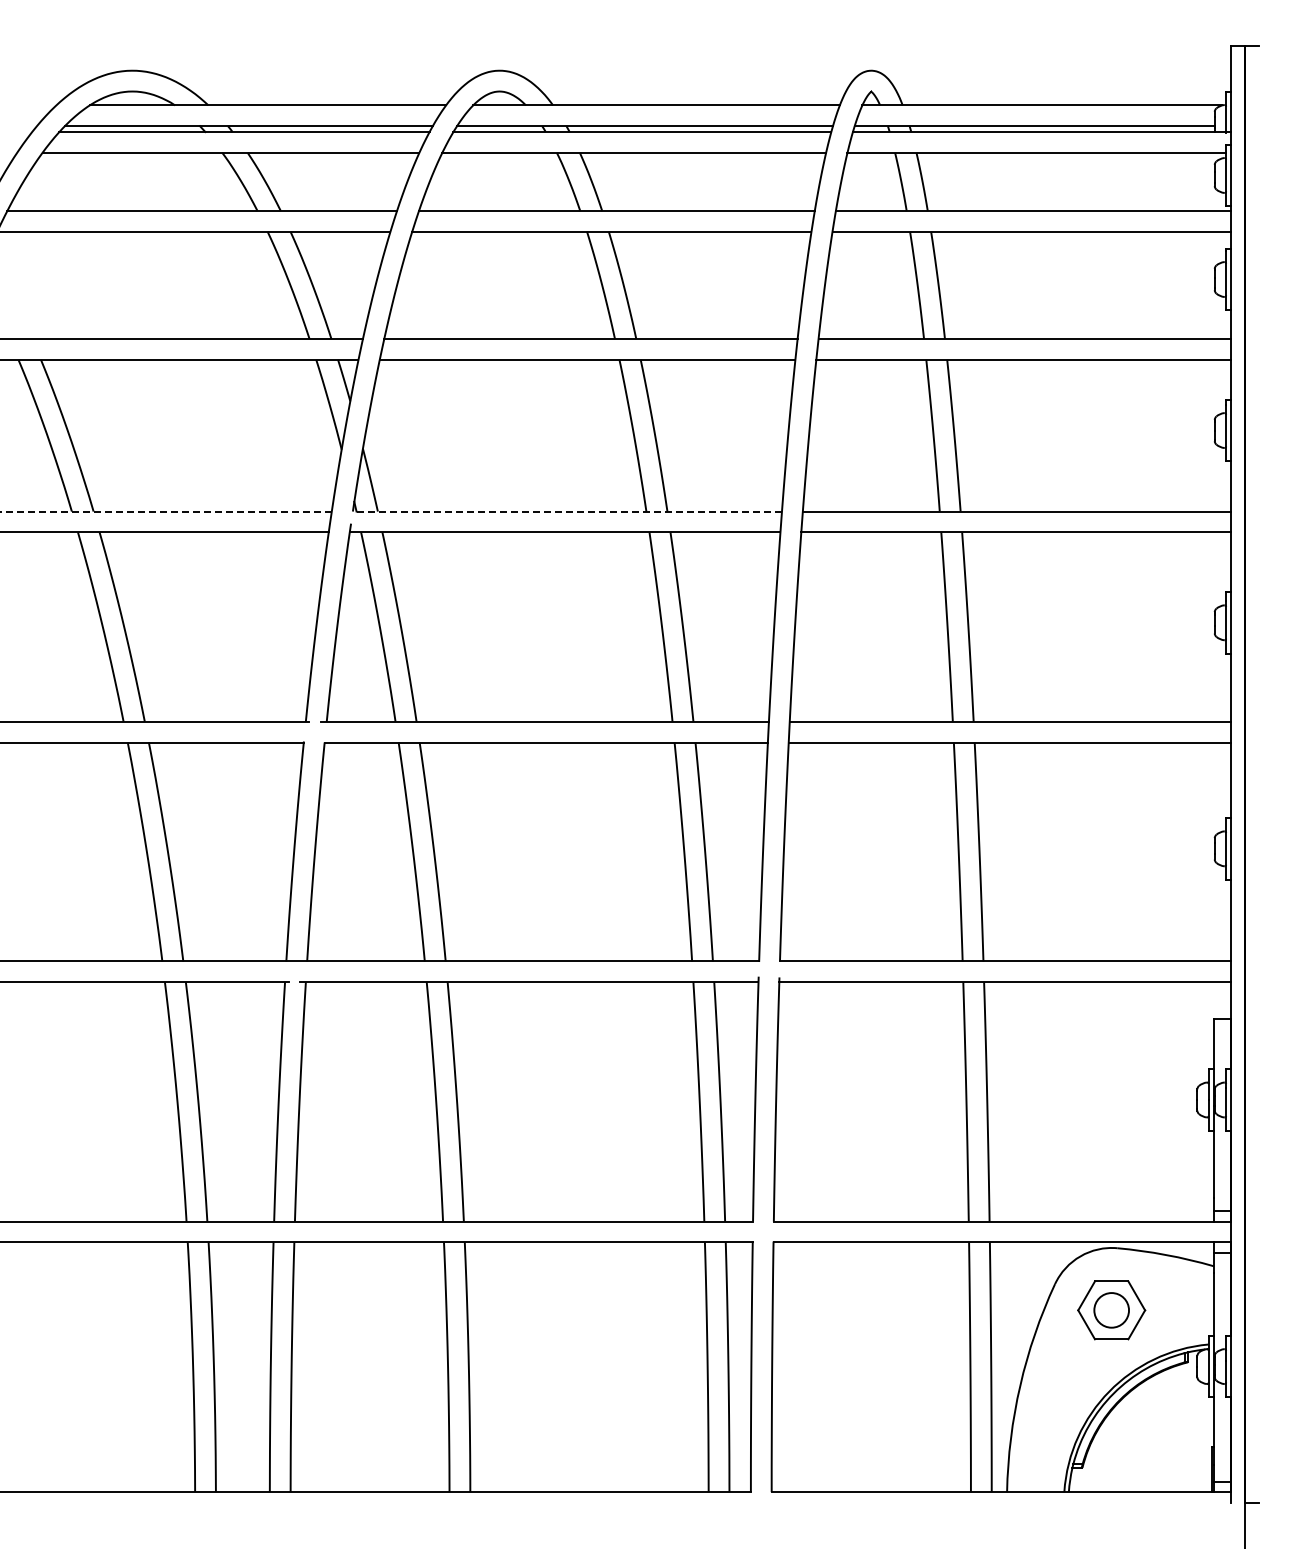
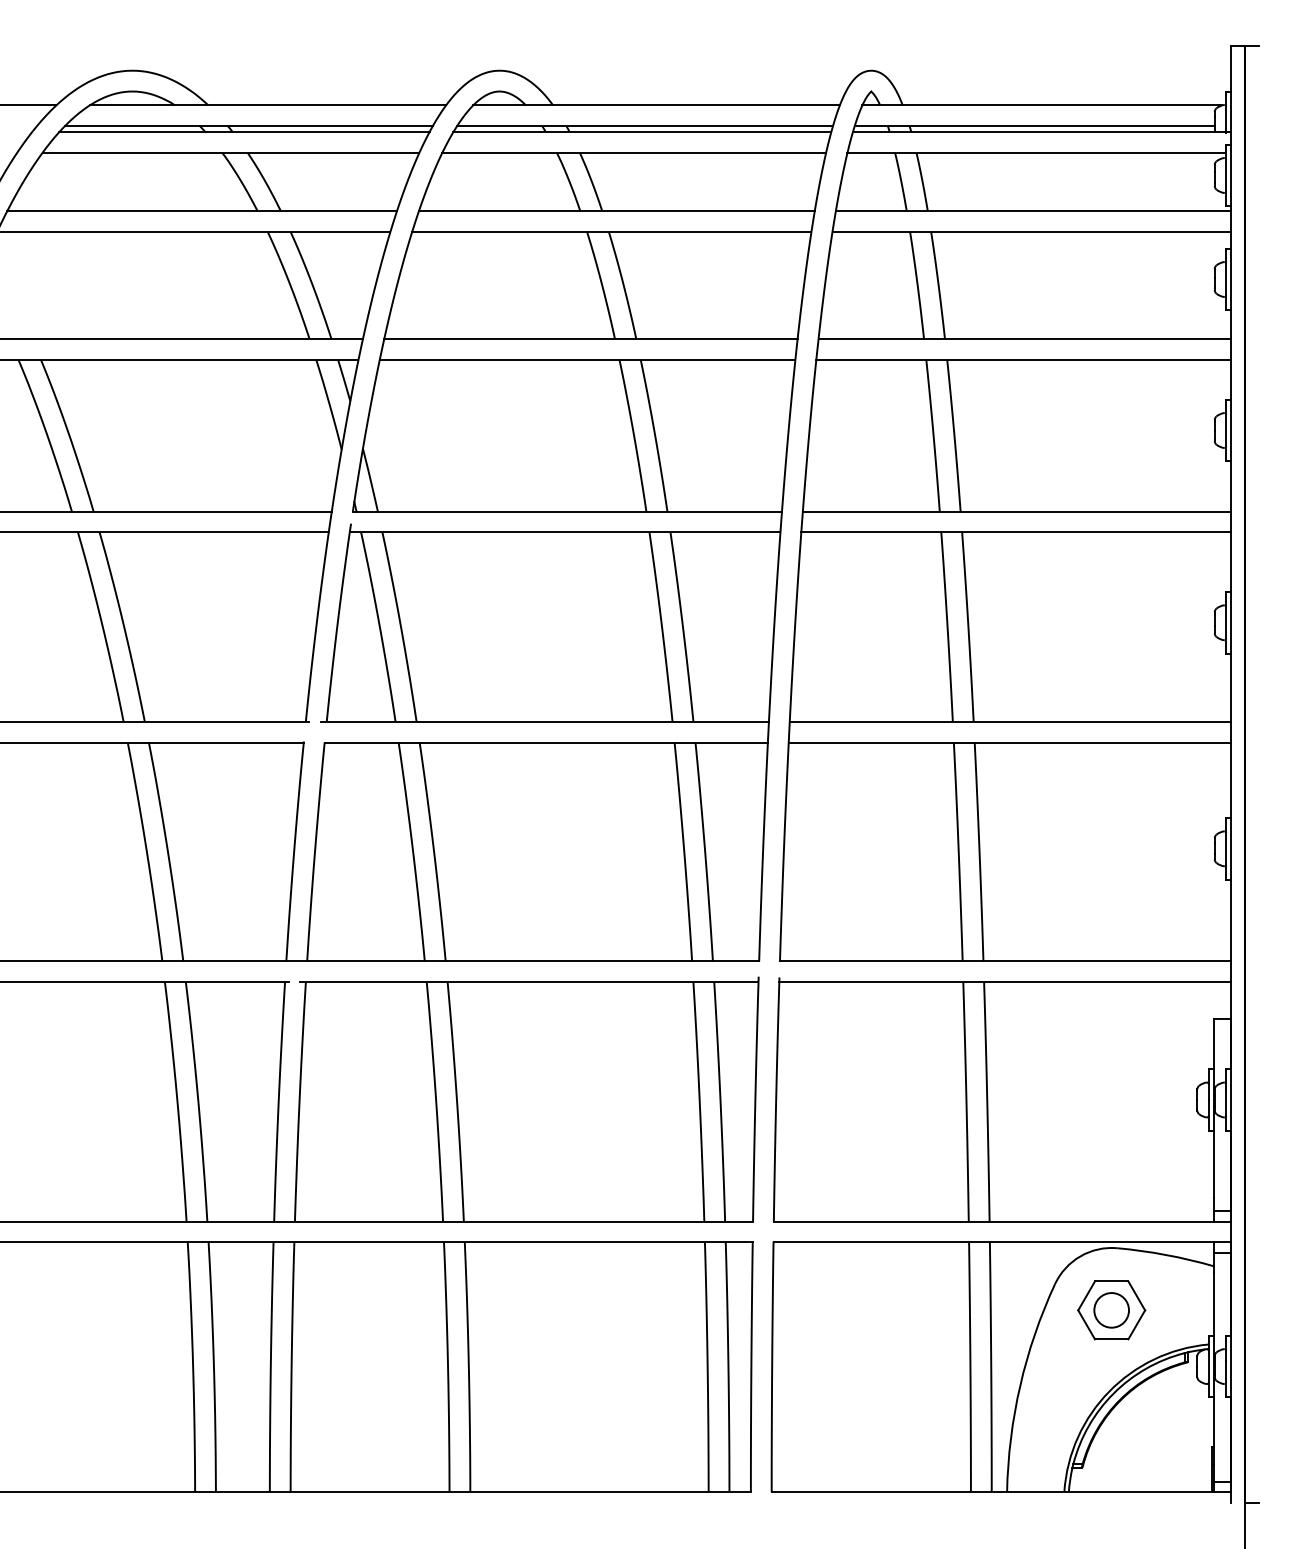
line at (29, 105): none -> present
line at (166, 511): dashed -> solid
line at (567, 511): dashed -> solid
